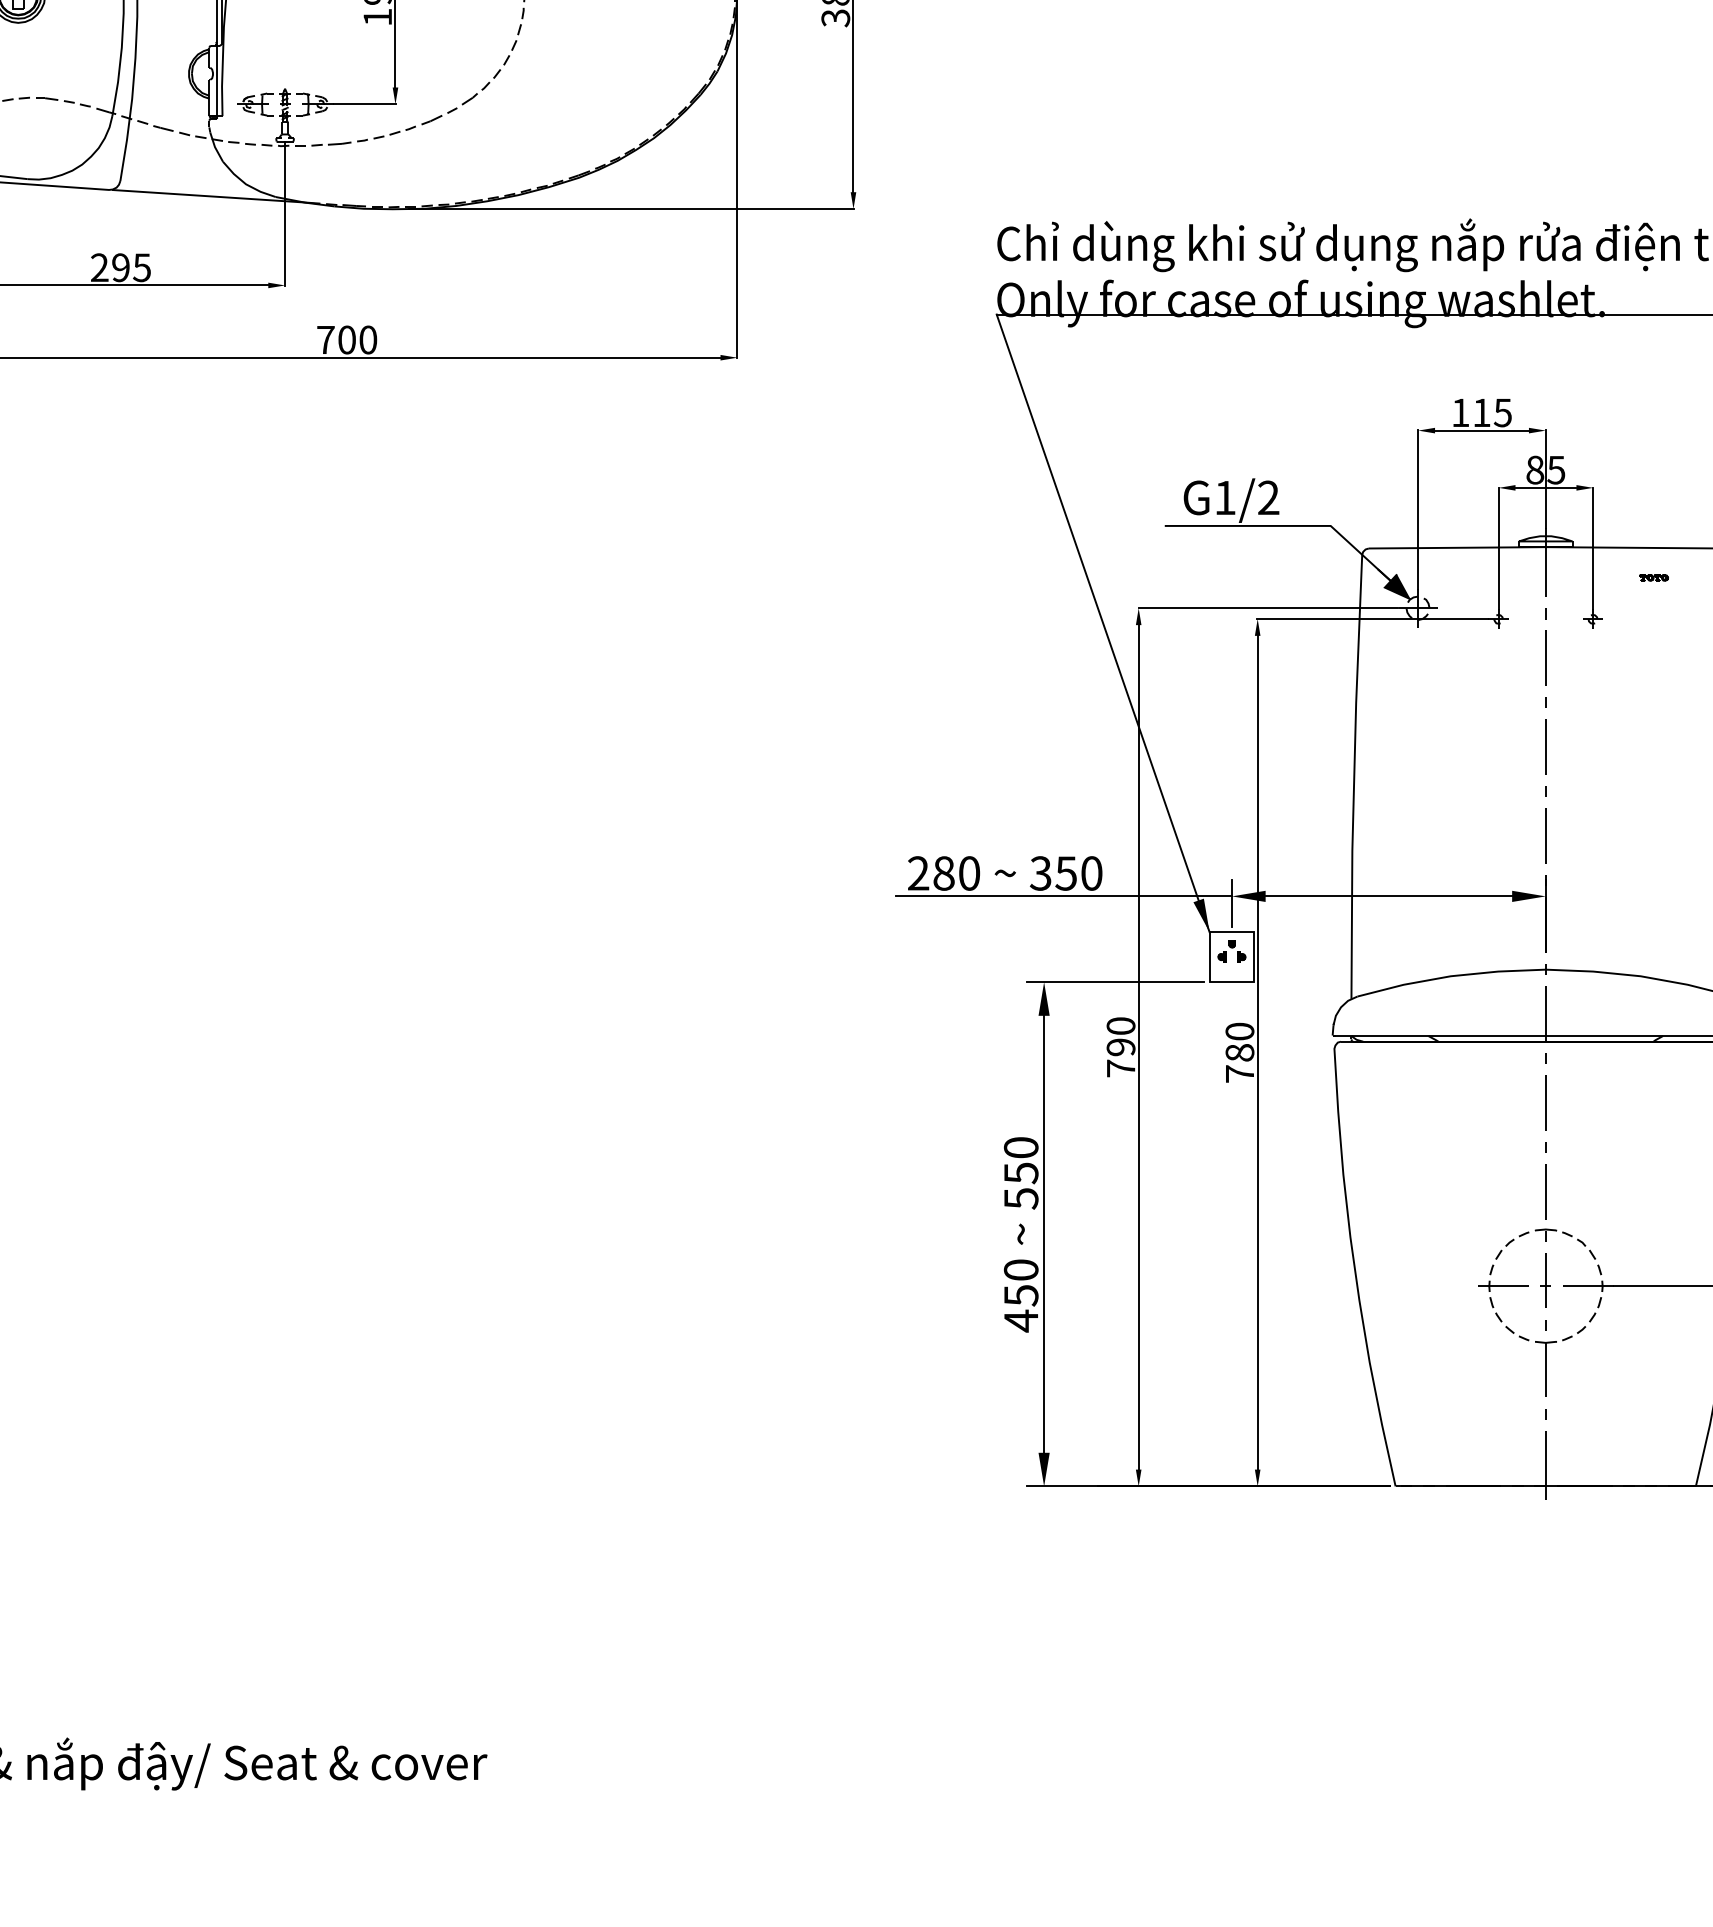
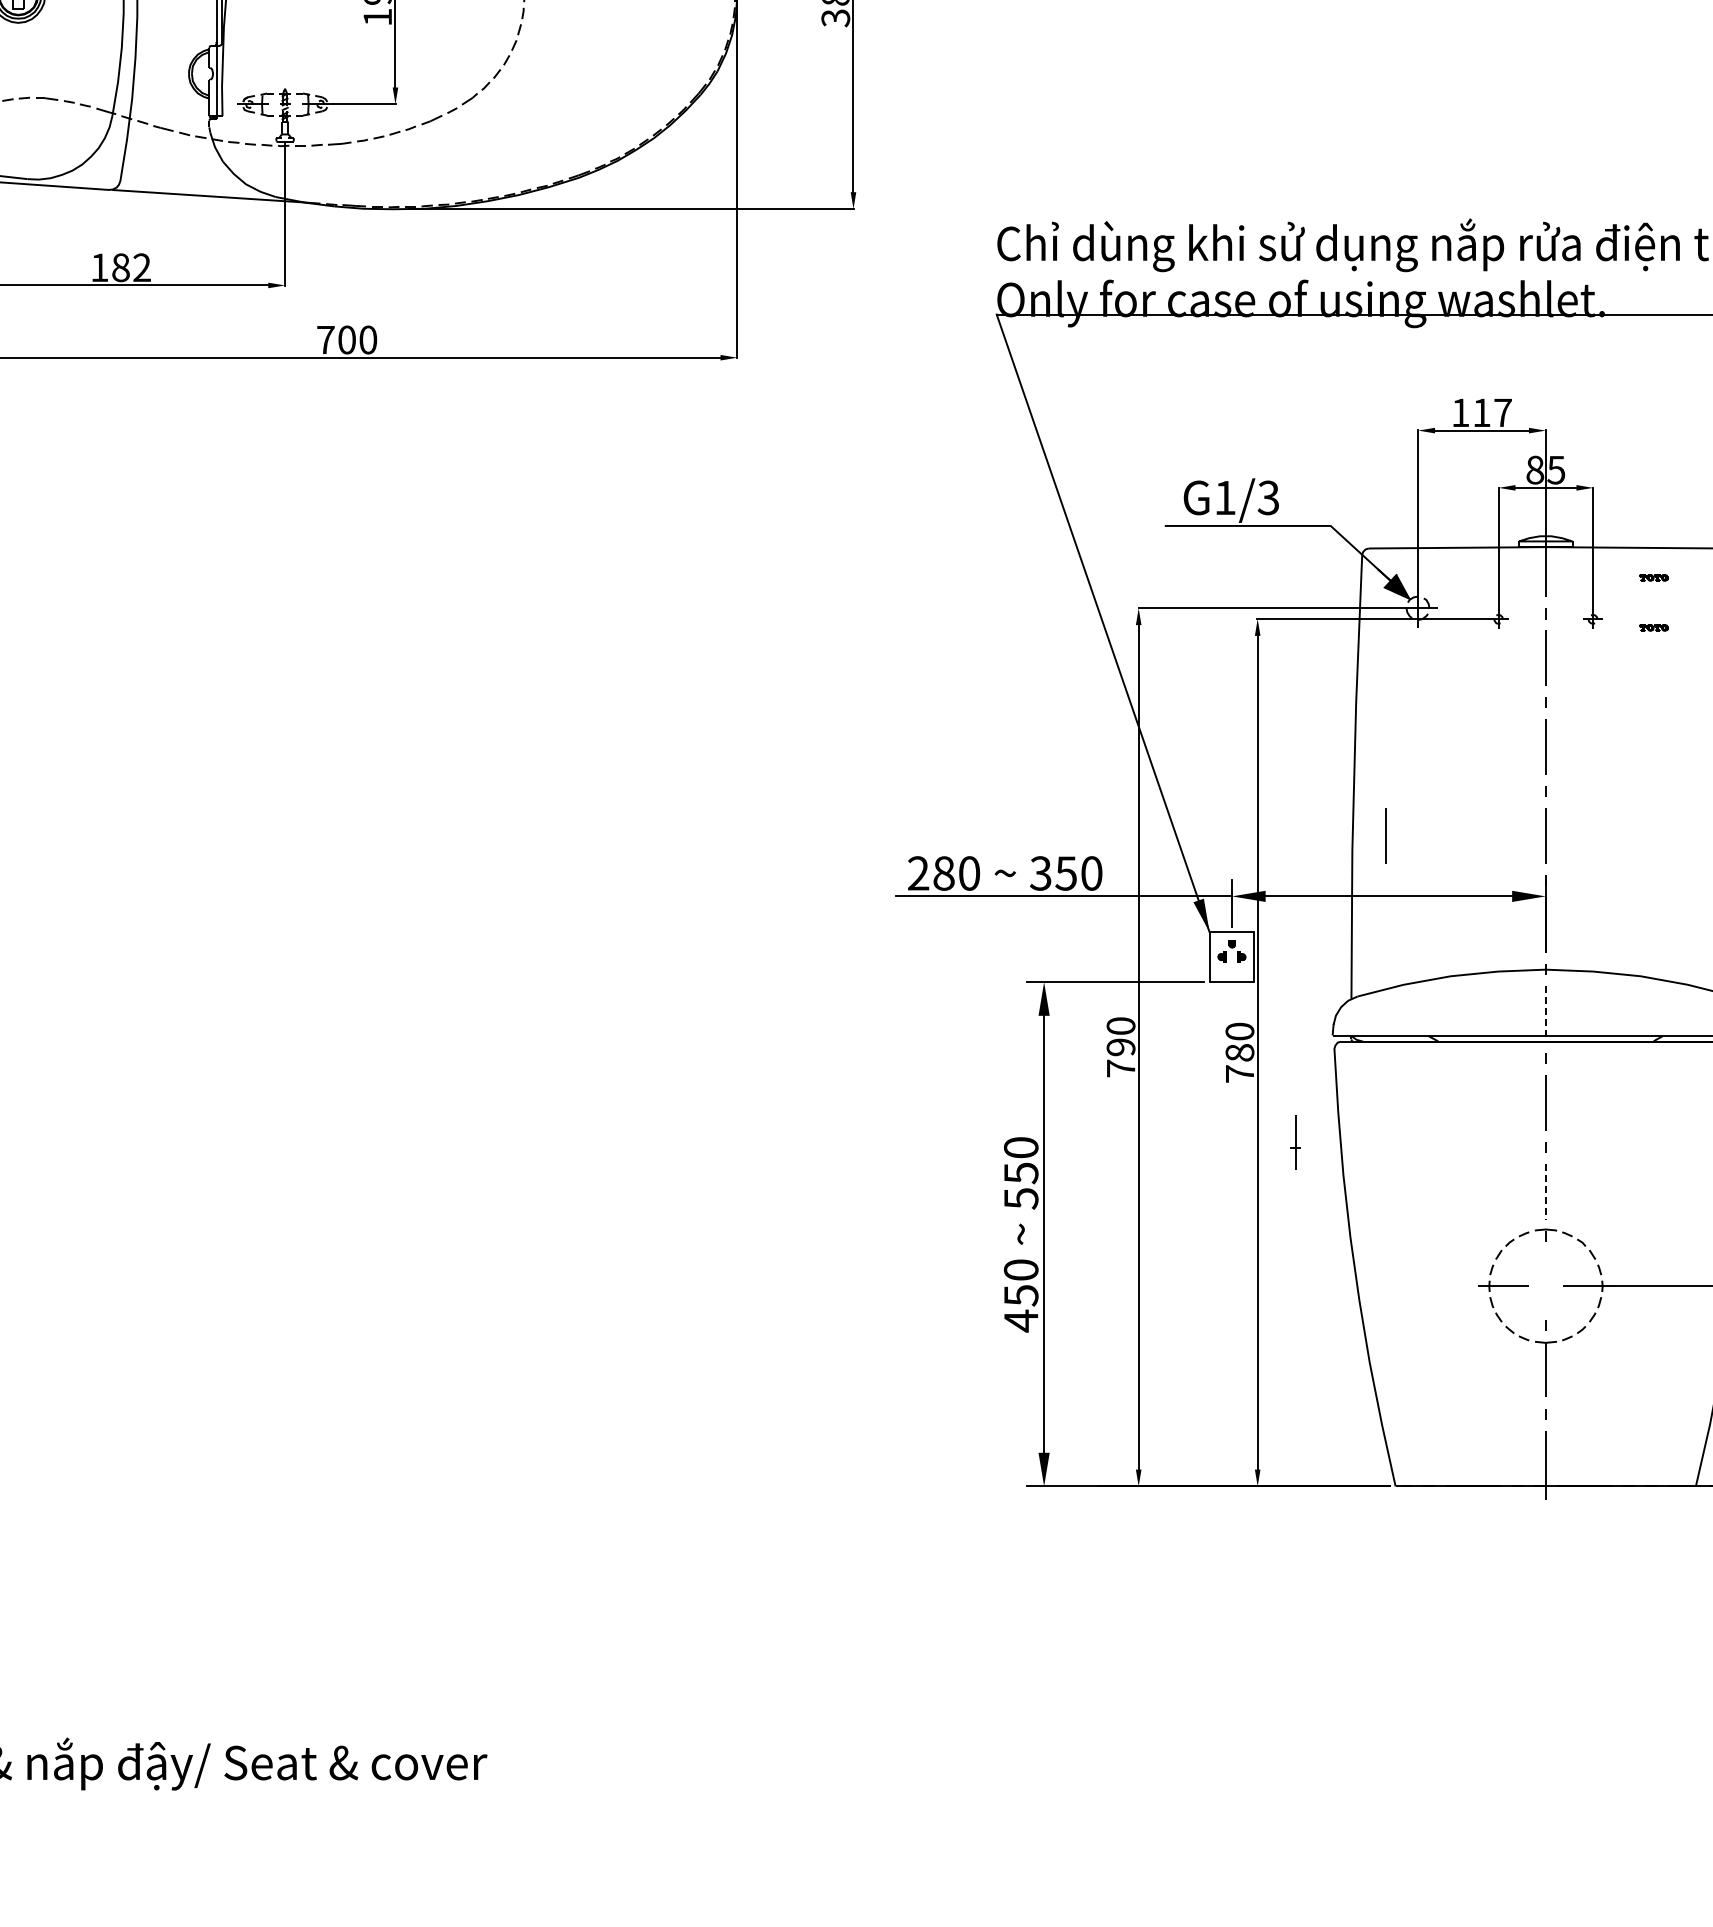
text at (120, 267): 295 -> 182
text at (1502, 413): 115 -> 117
text at (1268, 498): G1/2 -> G1/3
part at (1653, 627): none -> present
line at (1385, 835): none -> present
line at (1545, 1013): solid -> dashed
line at (1545, 1191): solid -> dashed
part at (1545, 1280) position: (1545, 1280) -> (1295, 1142)
